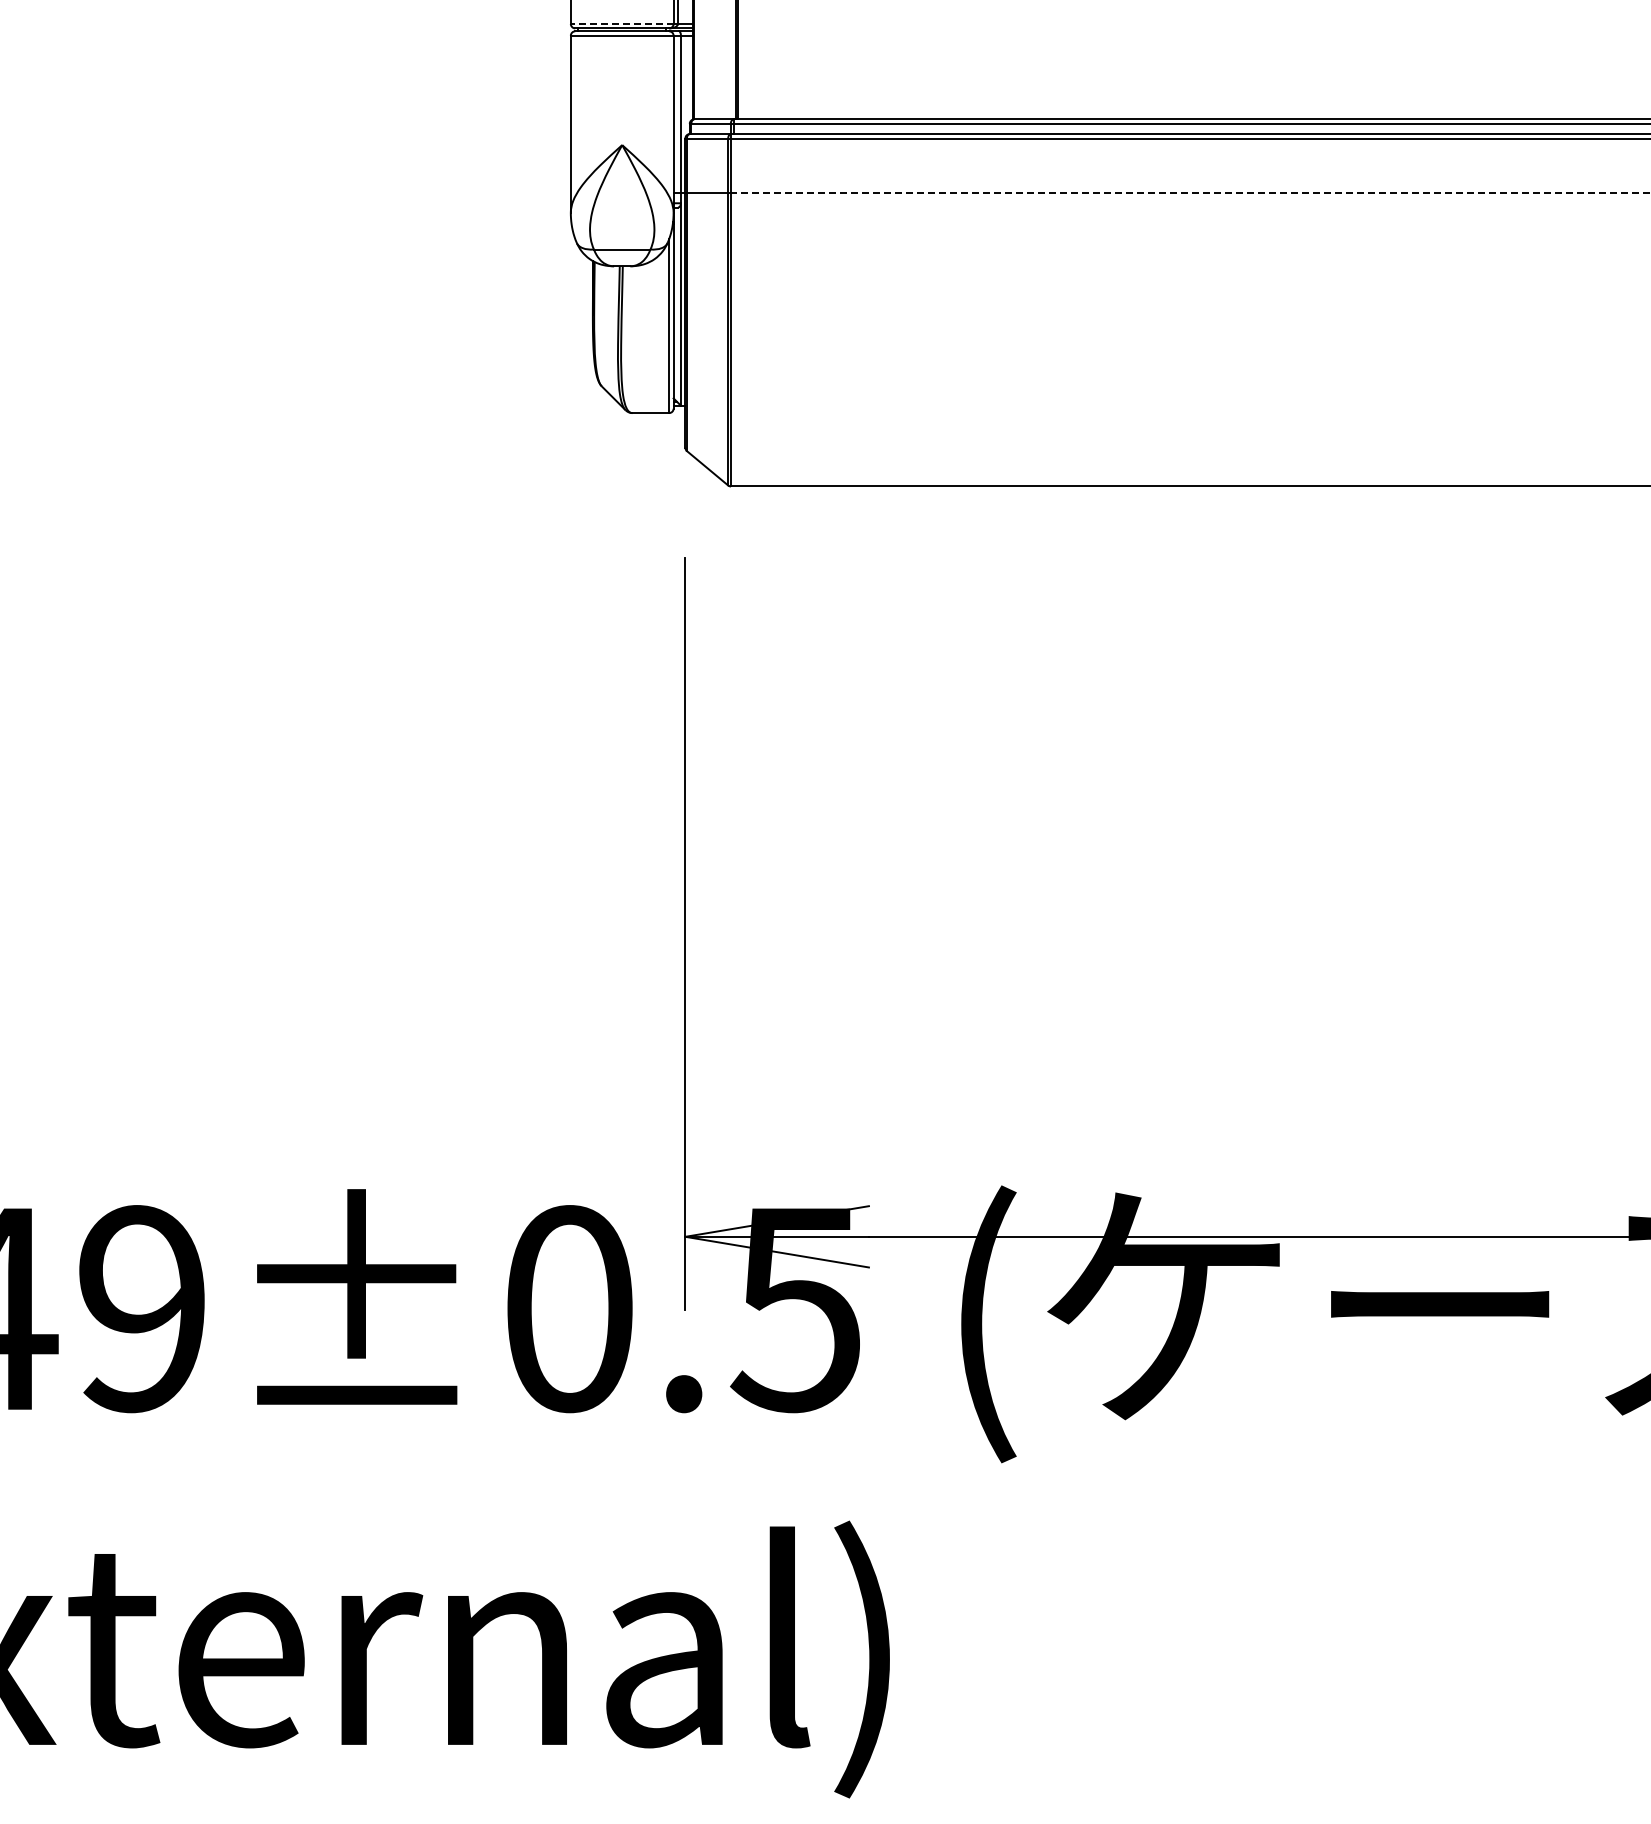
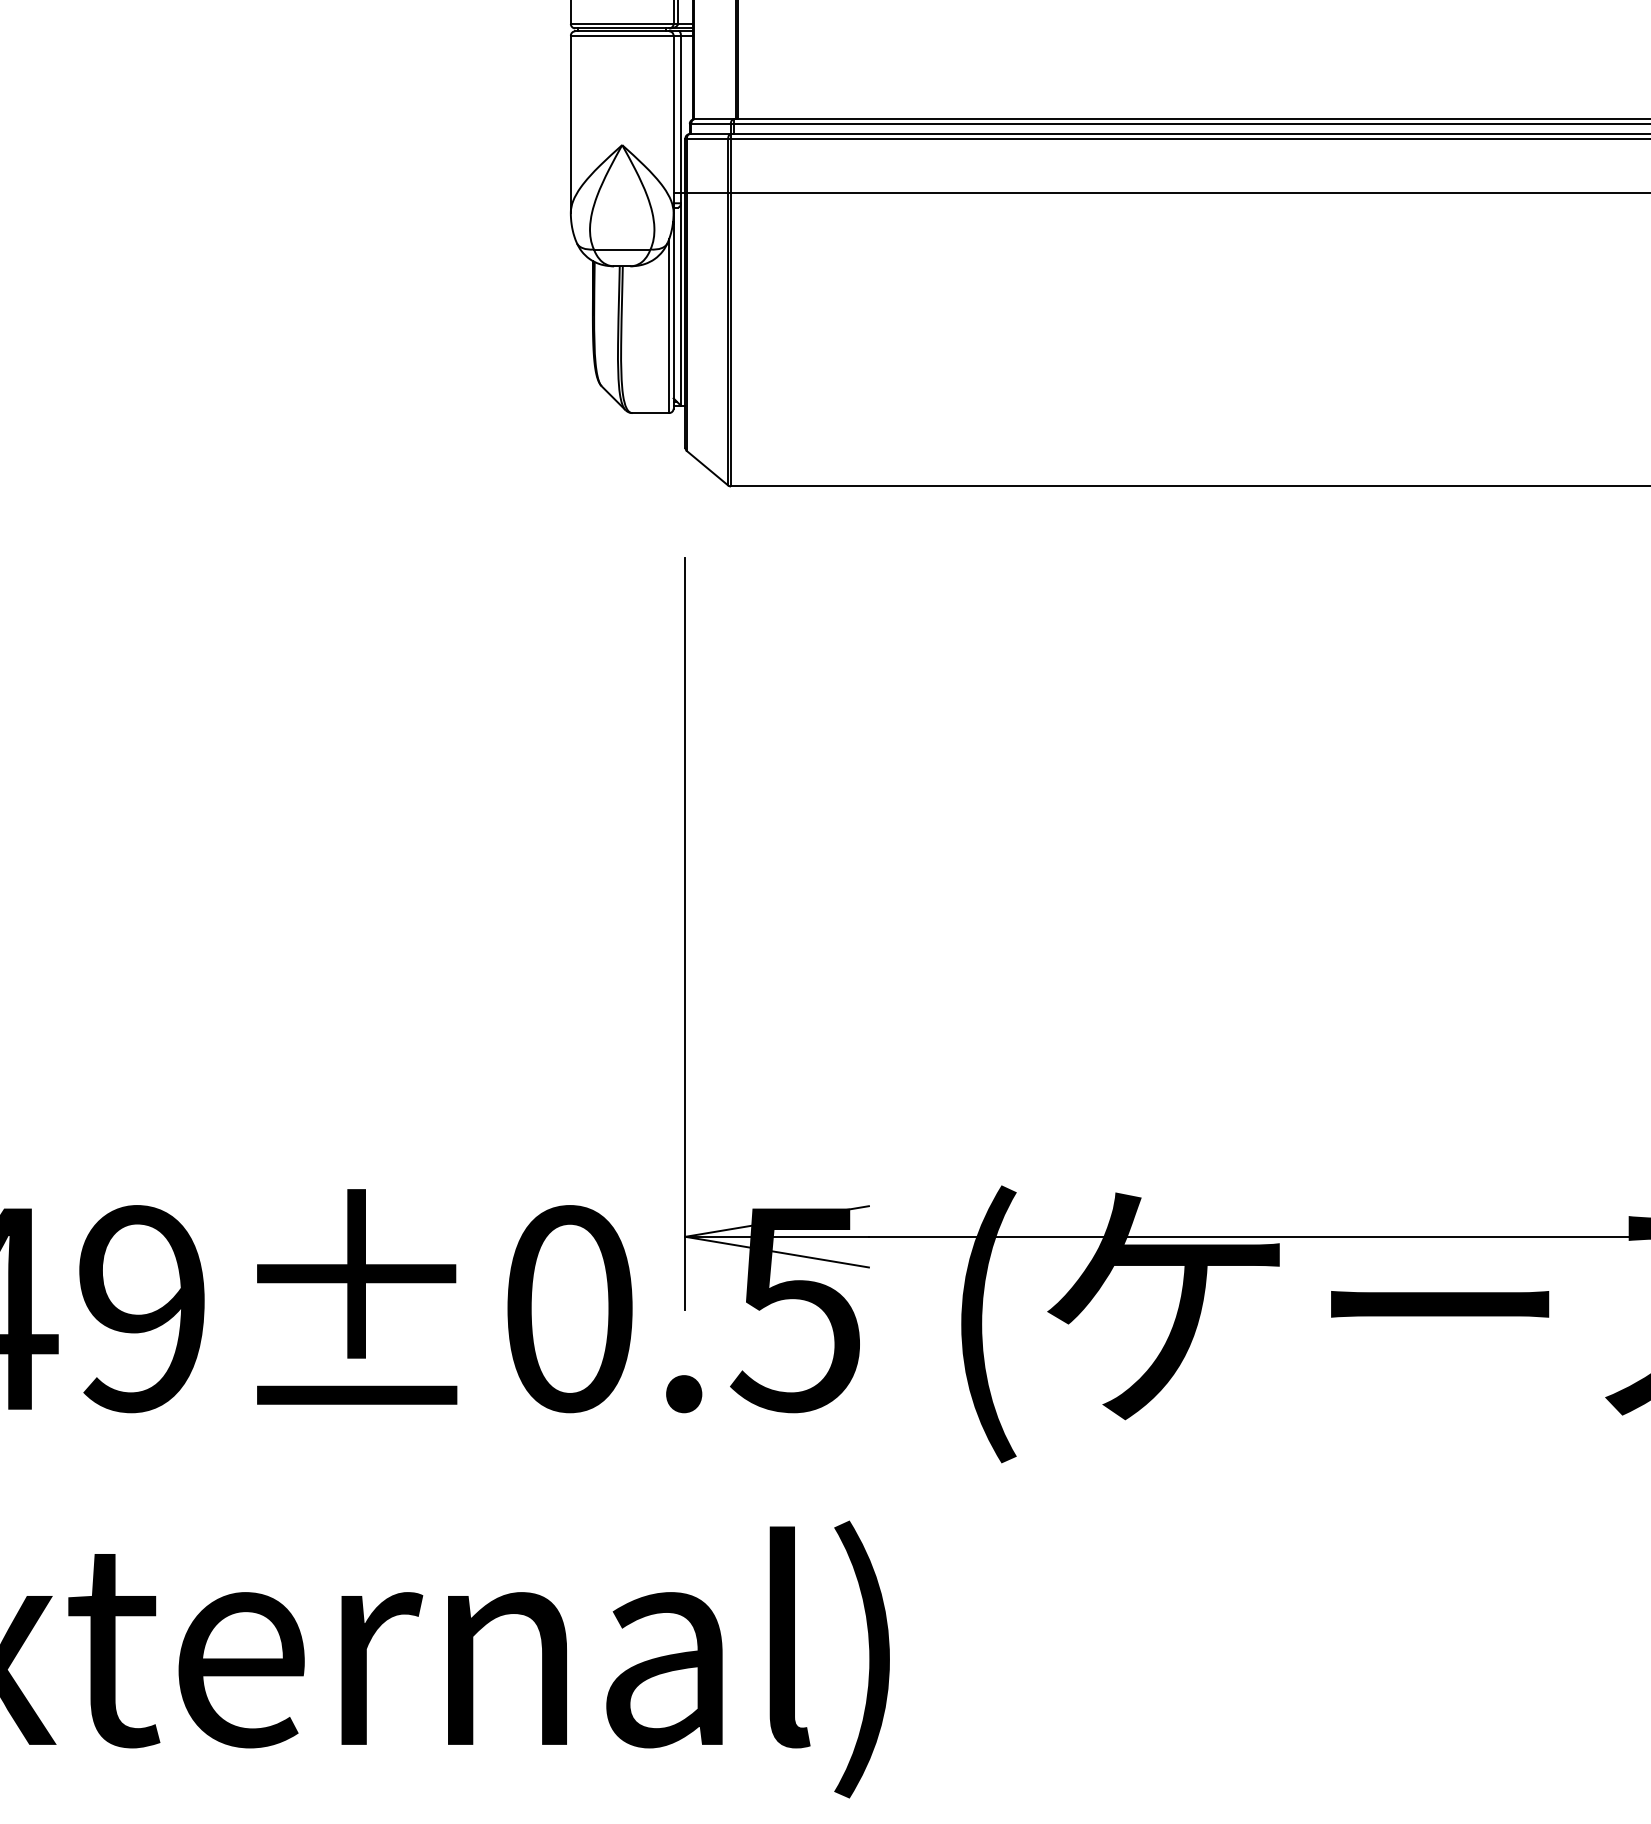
line at (621, 23): dashed -> solid
line at (1190, 192): dashed -> solid
